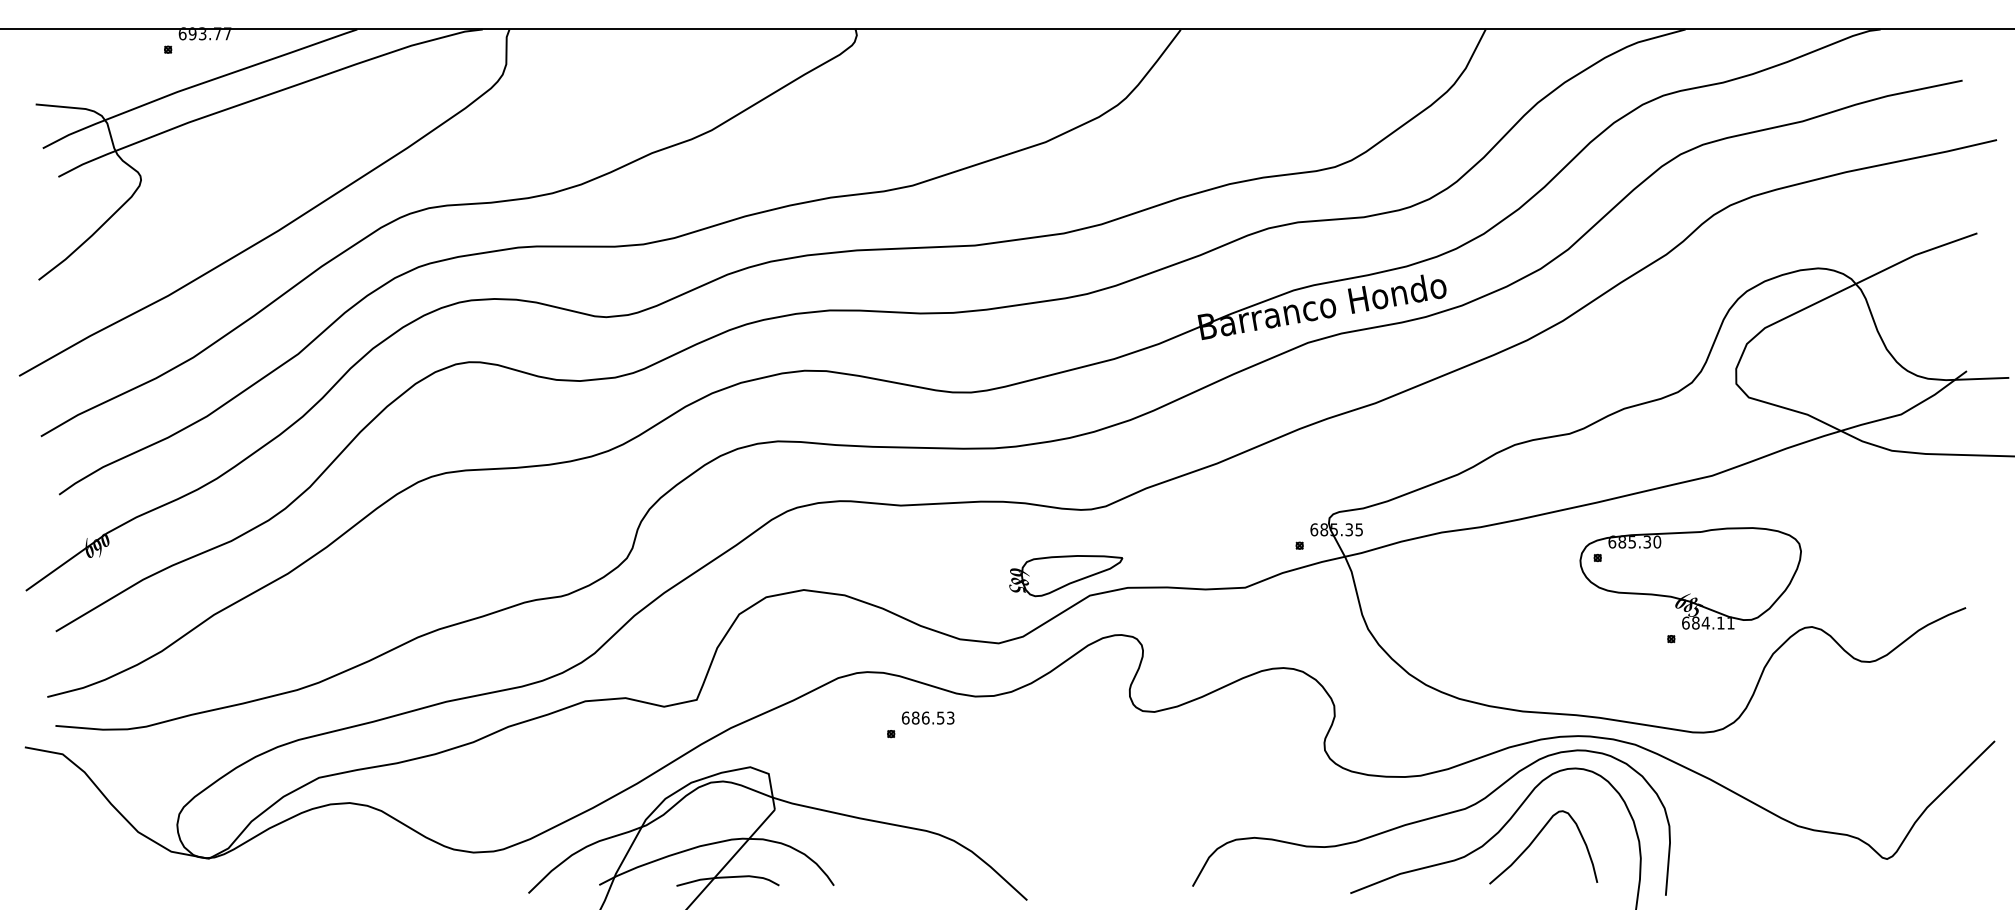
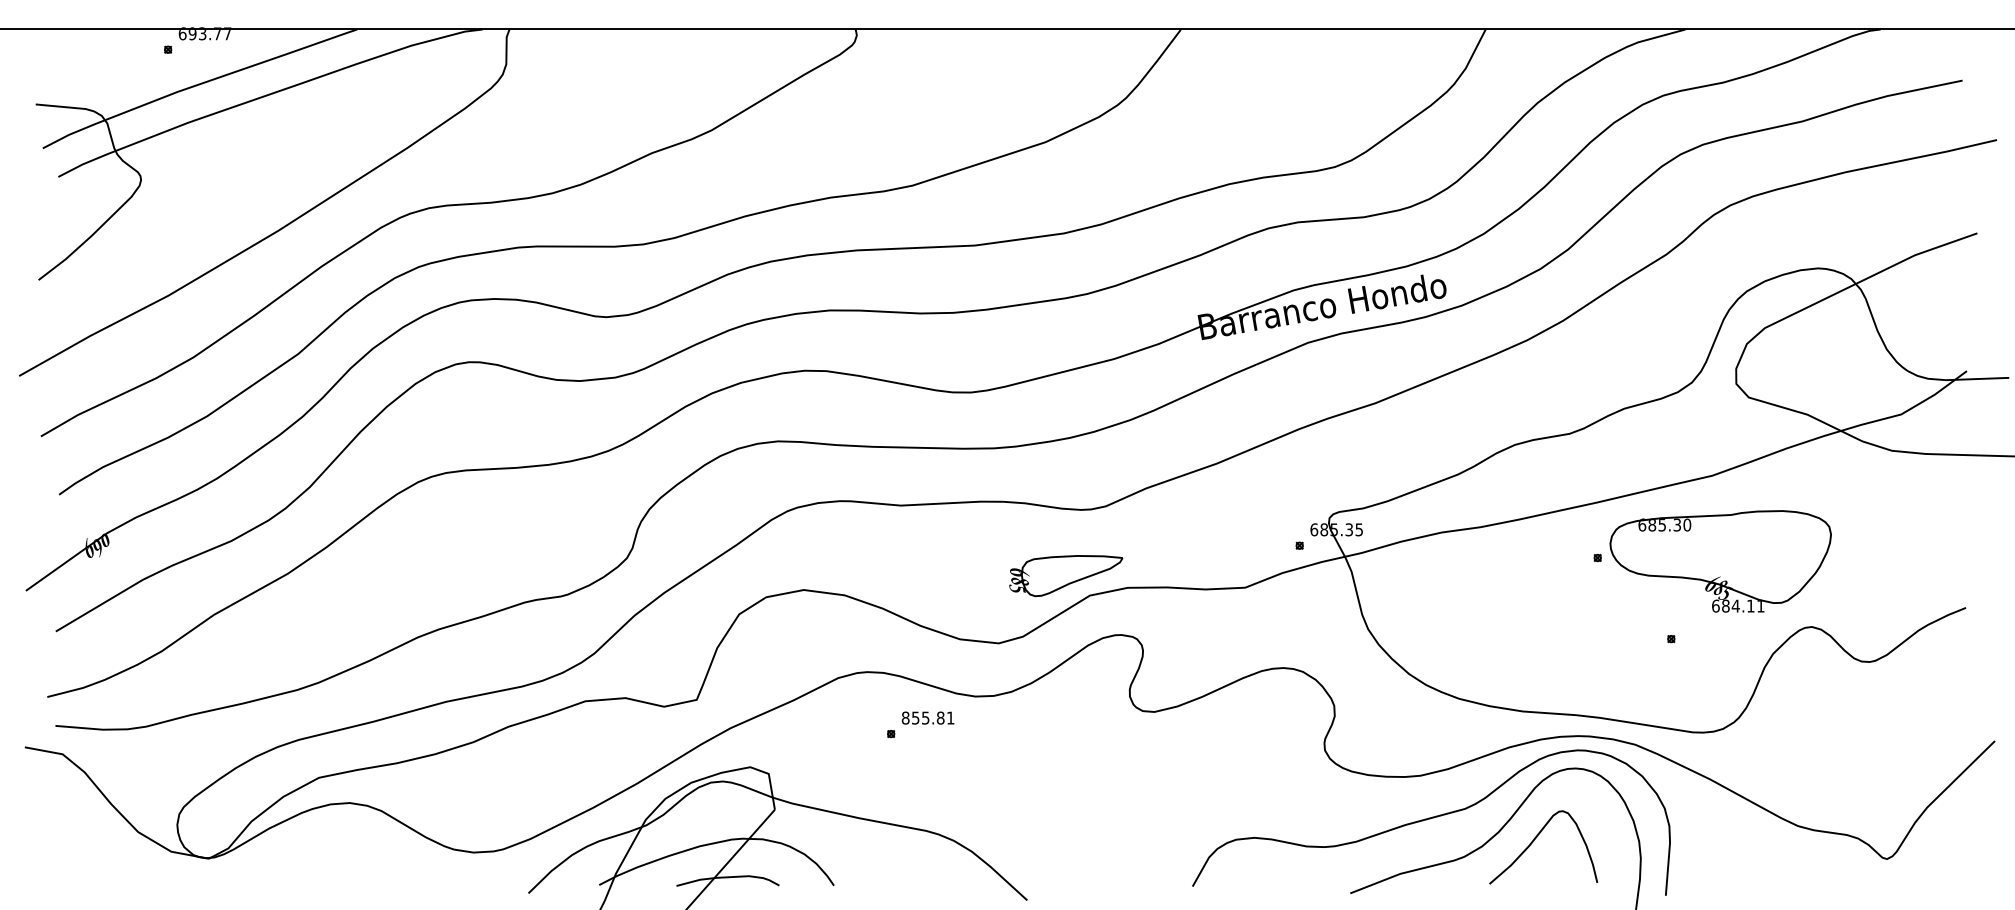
part at (1690, 578) position: (1690, 578) -> (1720, 561)
text at (927, 717): 686.53 -> 855.81
